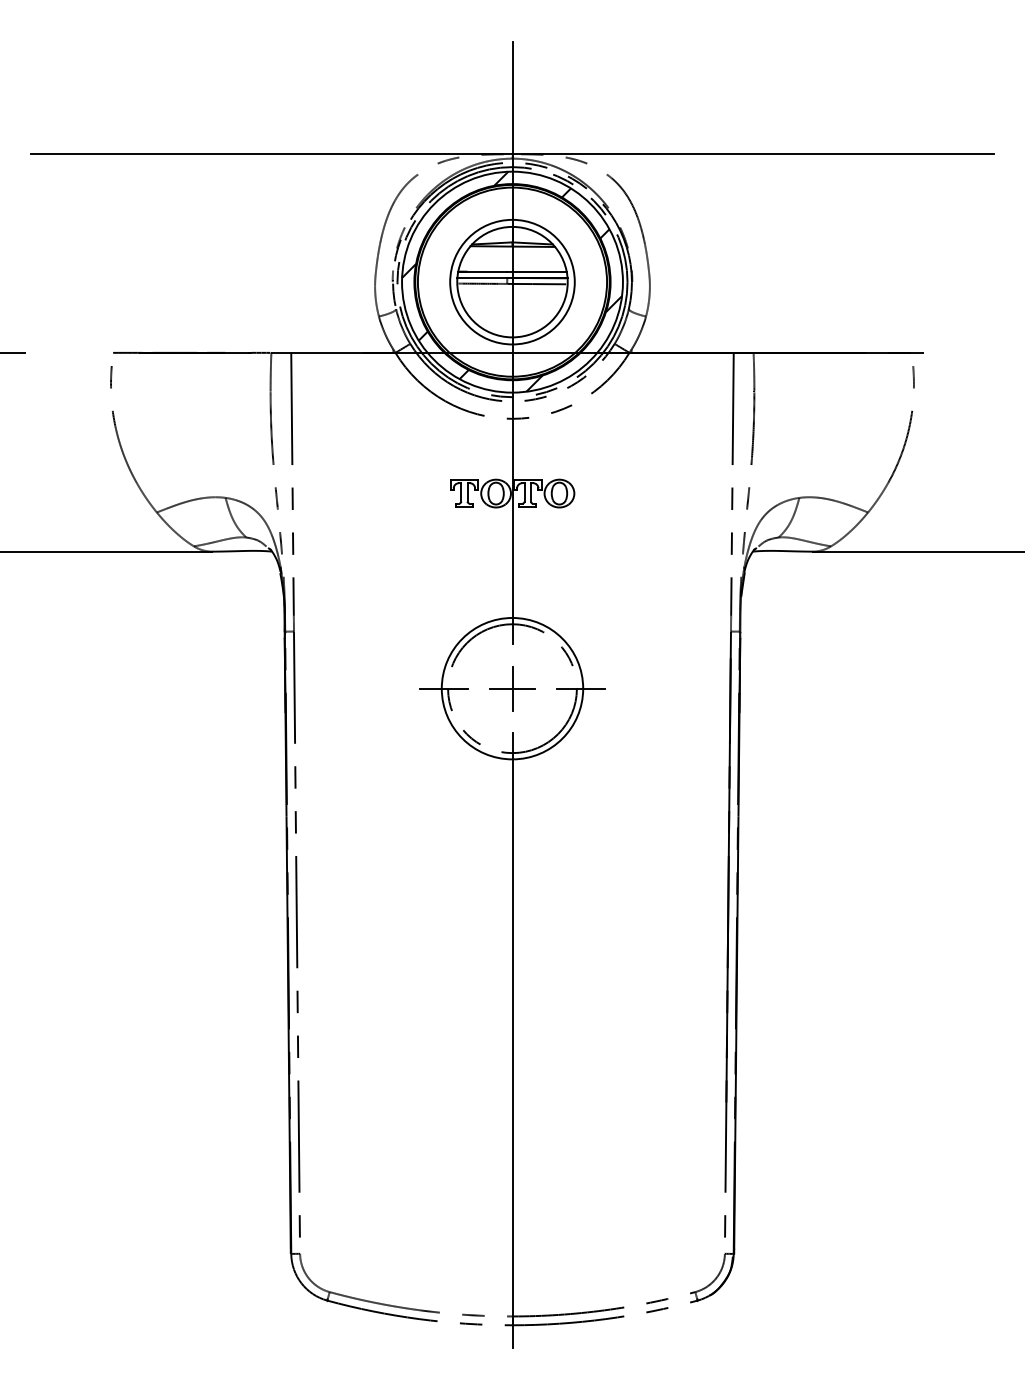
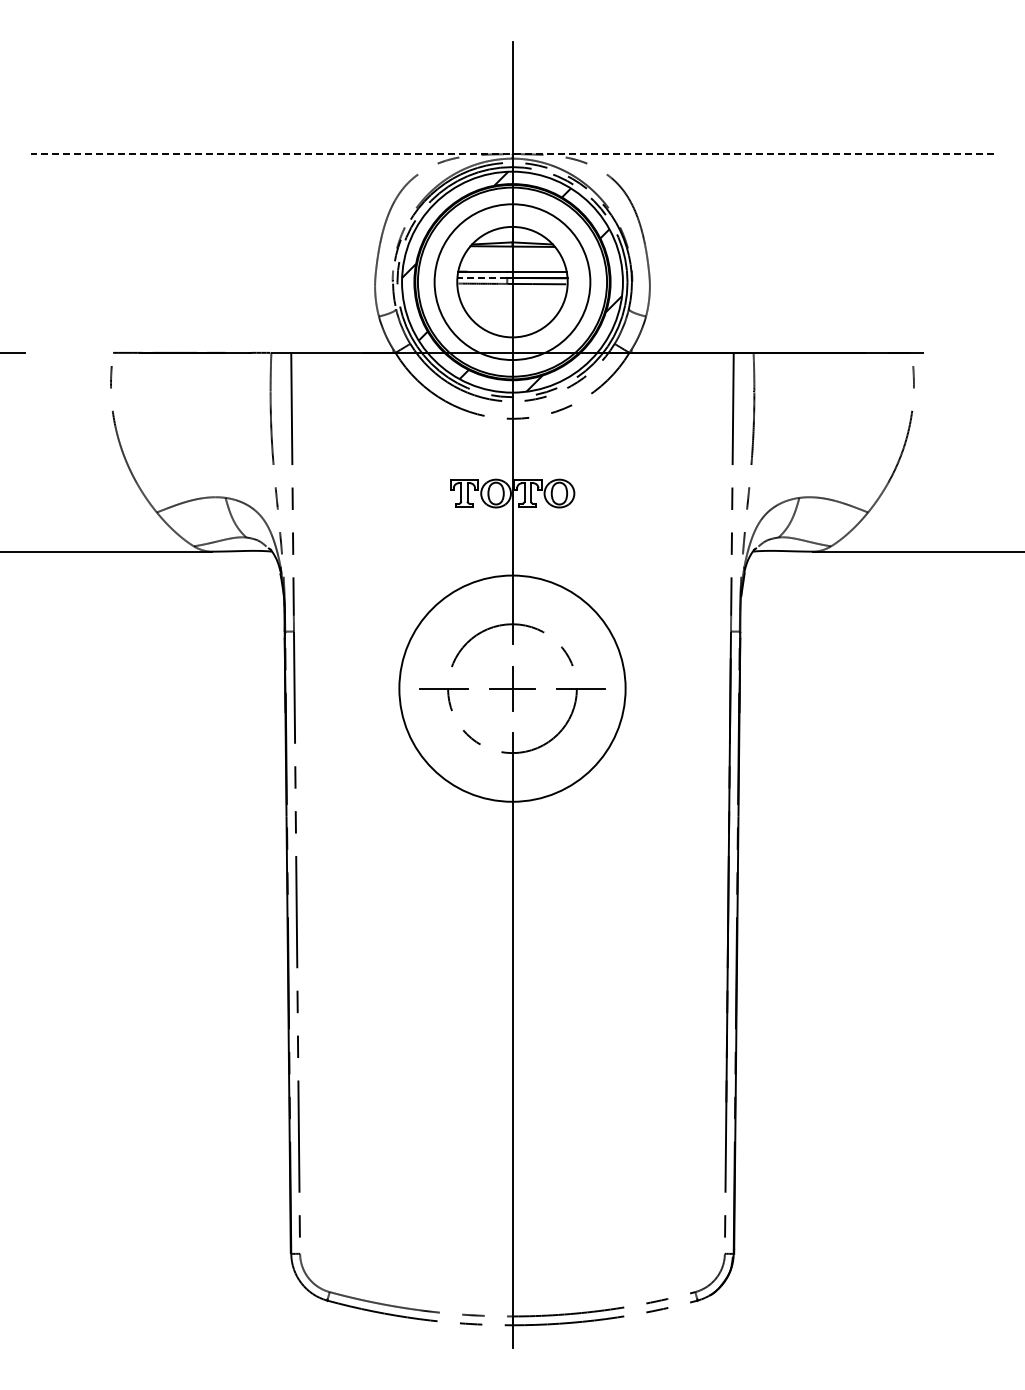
line at (512, 154): solid -> dashed
line at (482, 277): solid -> dashed
circle at (512, 281) diameter: 125 px -> 156 px
circle at (512, 688) diameter: 141 px -> 226 px
